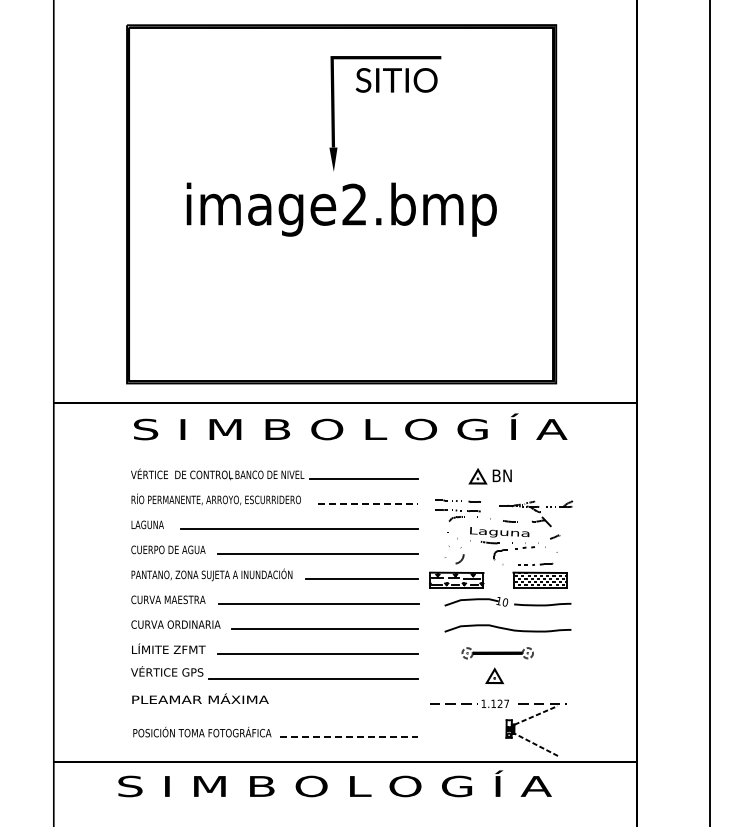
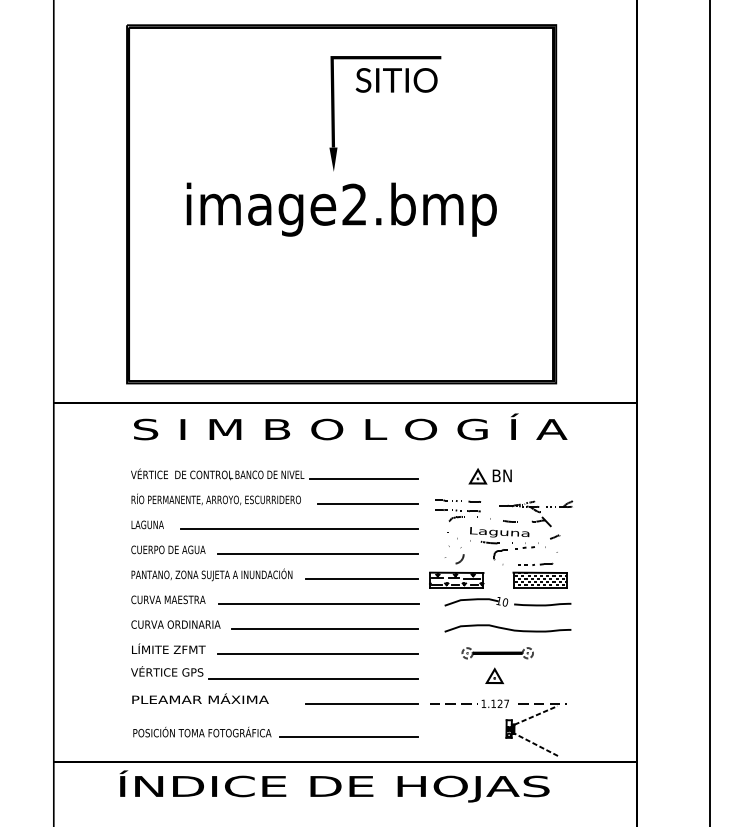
line at (368, 504): dashed -> solid
line at (361, 703): none -> present
line at (349, 737): dashed -> solid
text at (334, 786): S I M B O L O G Í A -> ÍNDICE DE HOJAS
